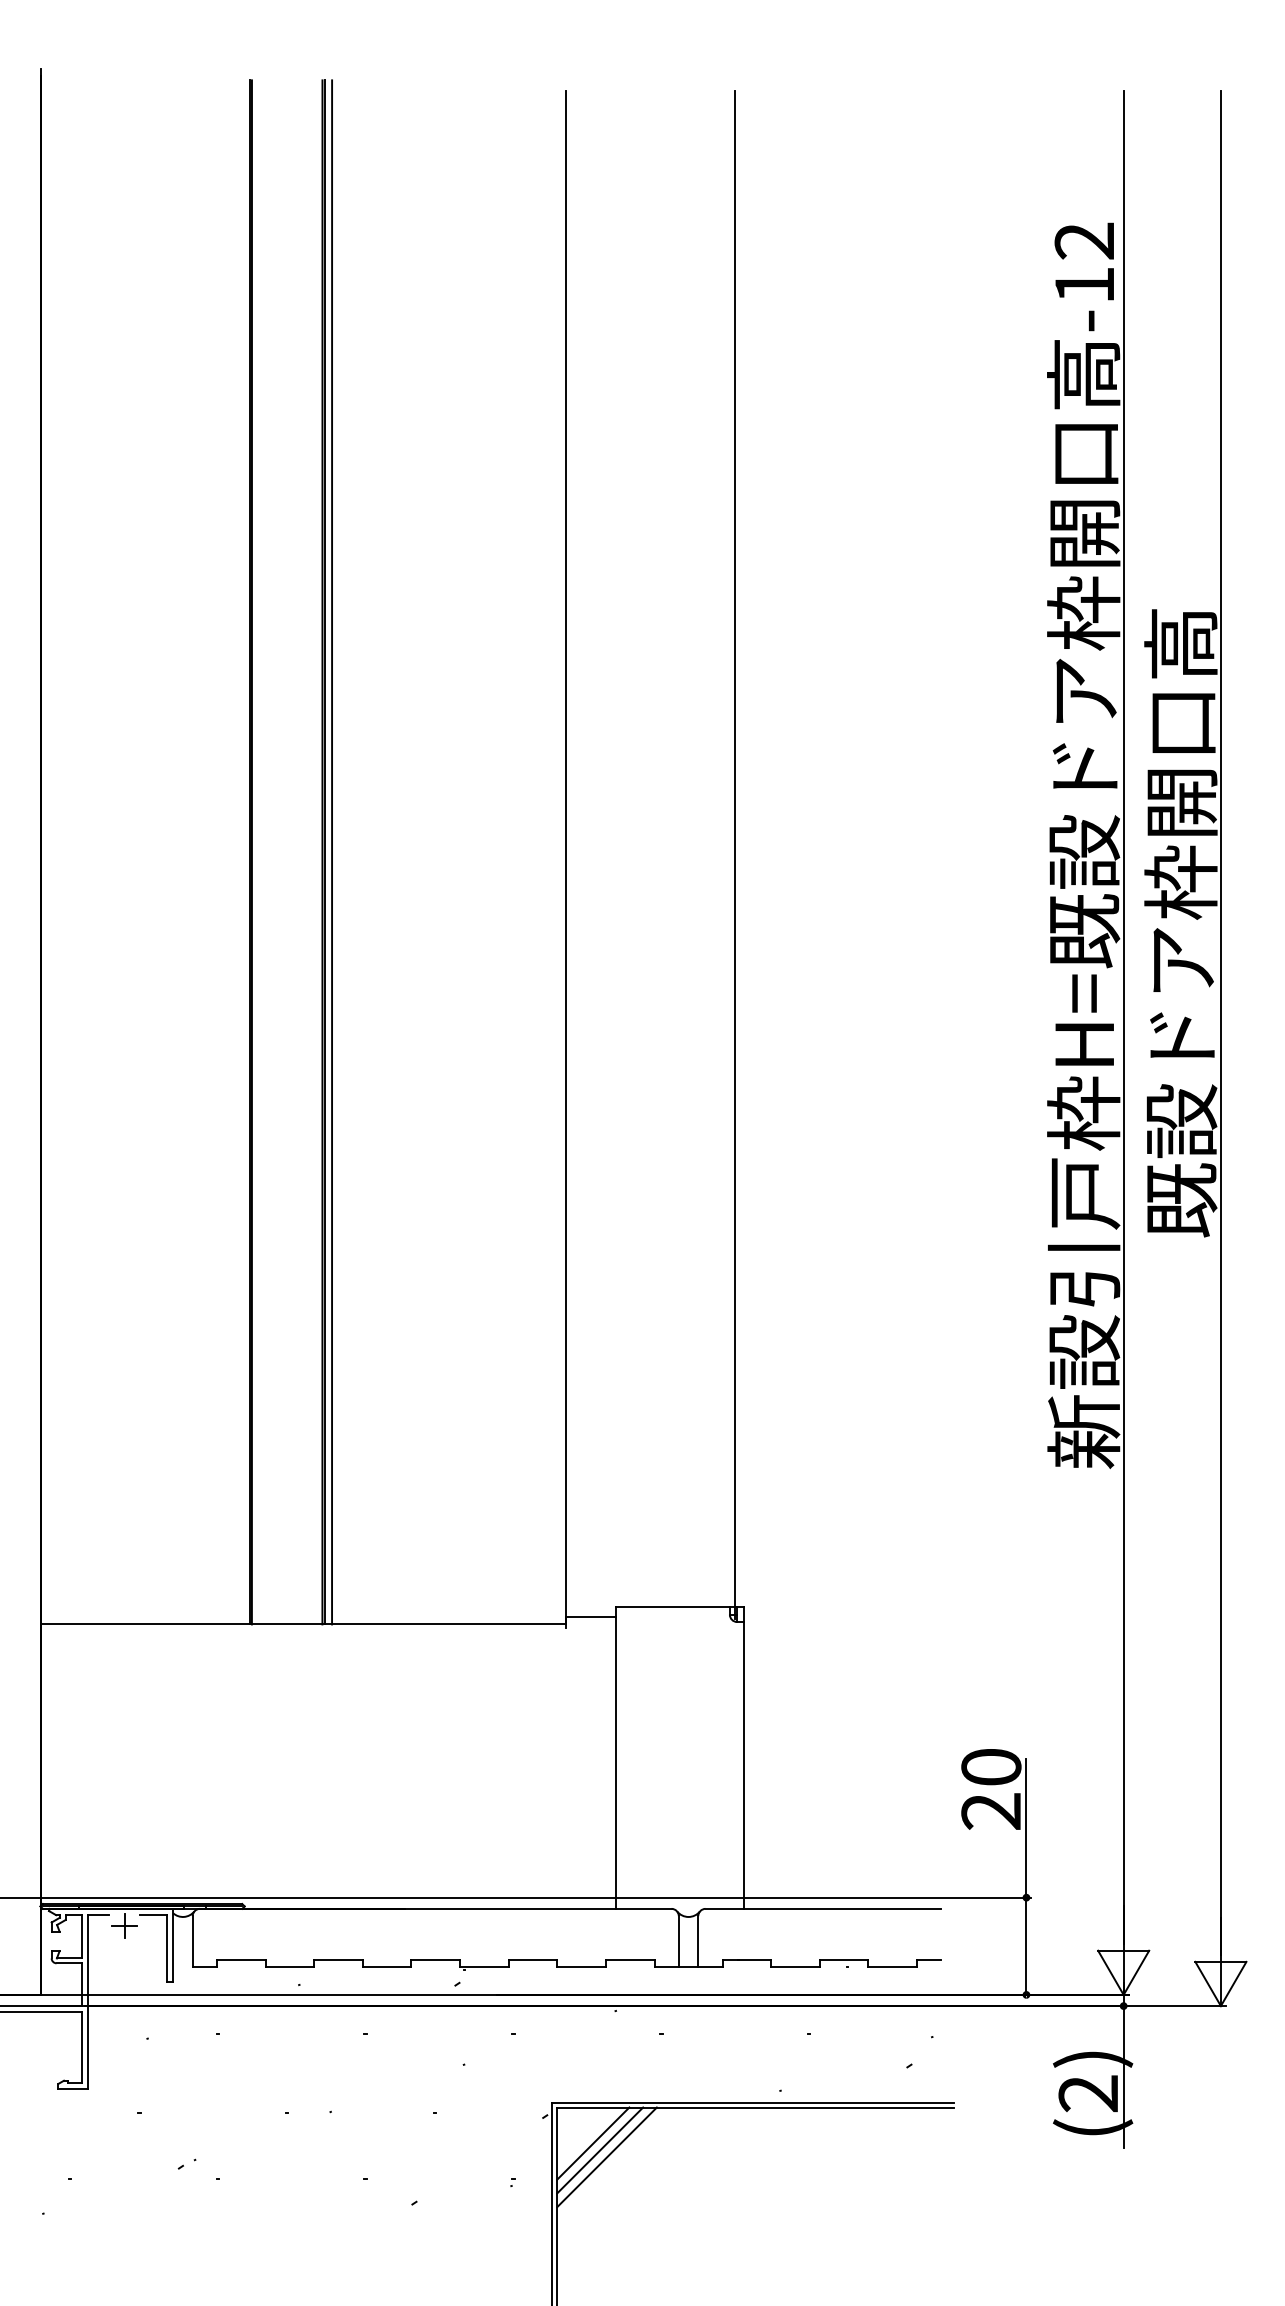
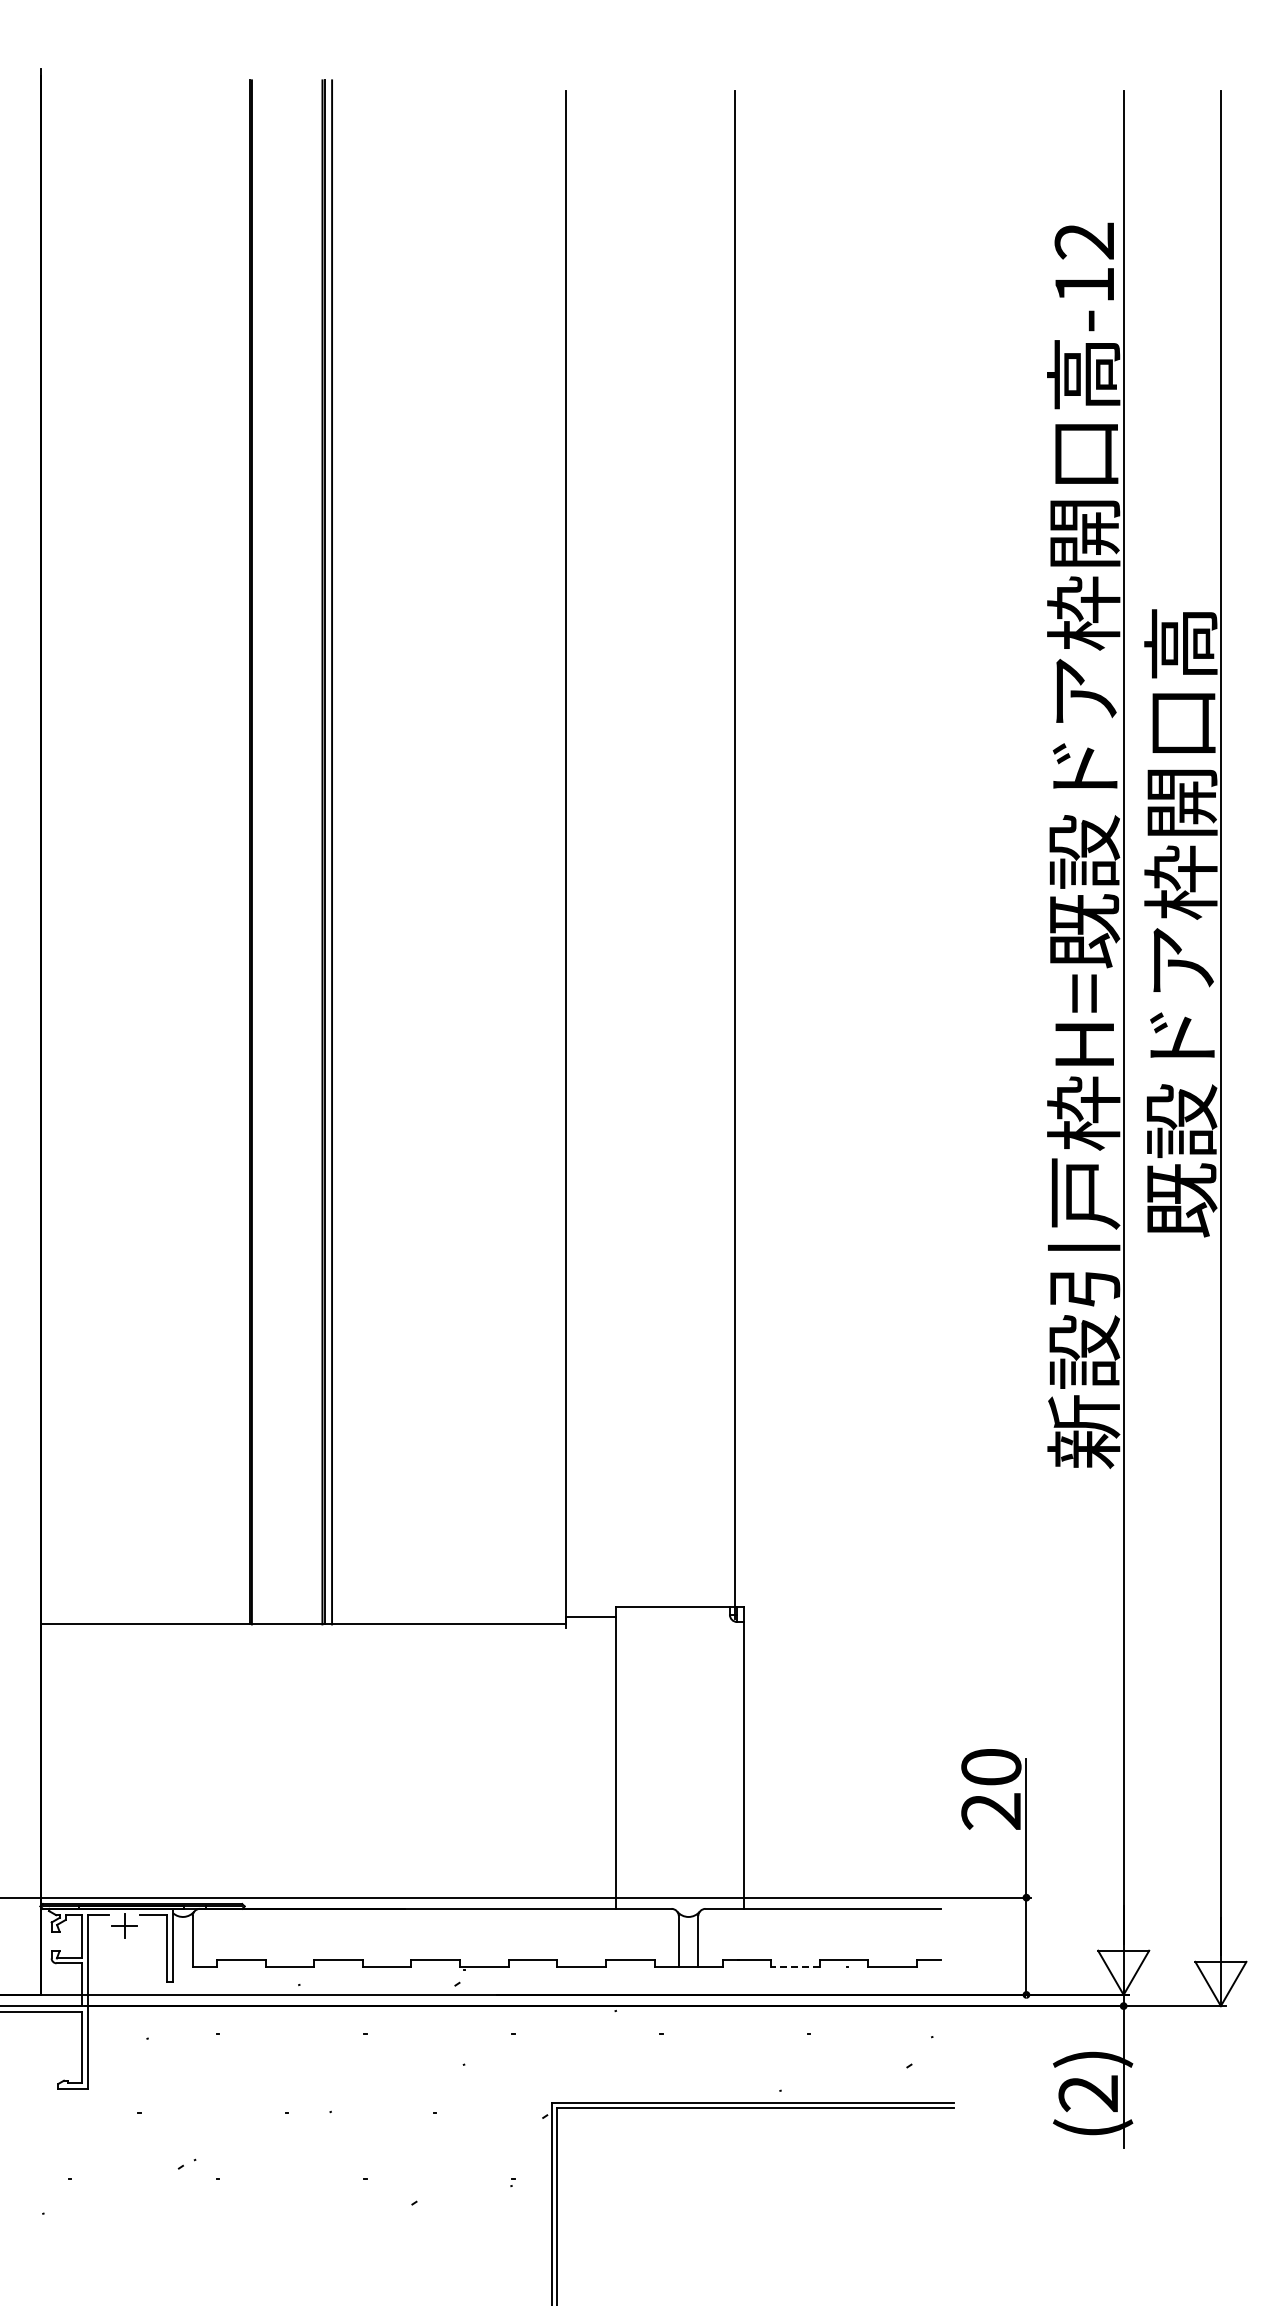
line at (795, 1967): solid -> dashed
line at (593, 2143): present -> none
line at (600, 2150): present -> none
line at (606, 2157): present -> none
